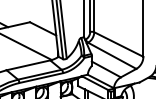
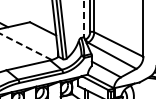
line at (84, 19): solid -> dashed
line at (26, 46): solid -> dashed
